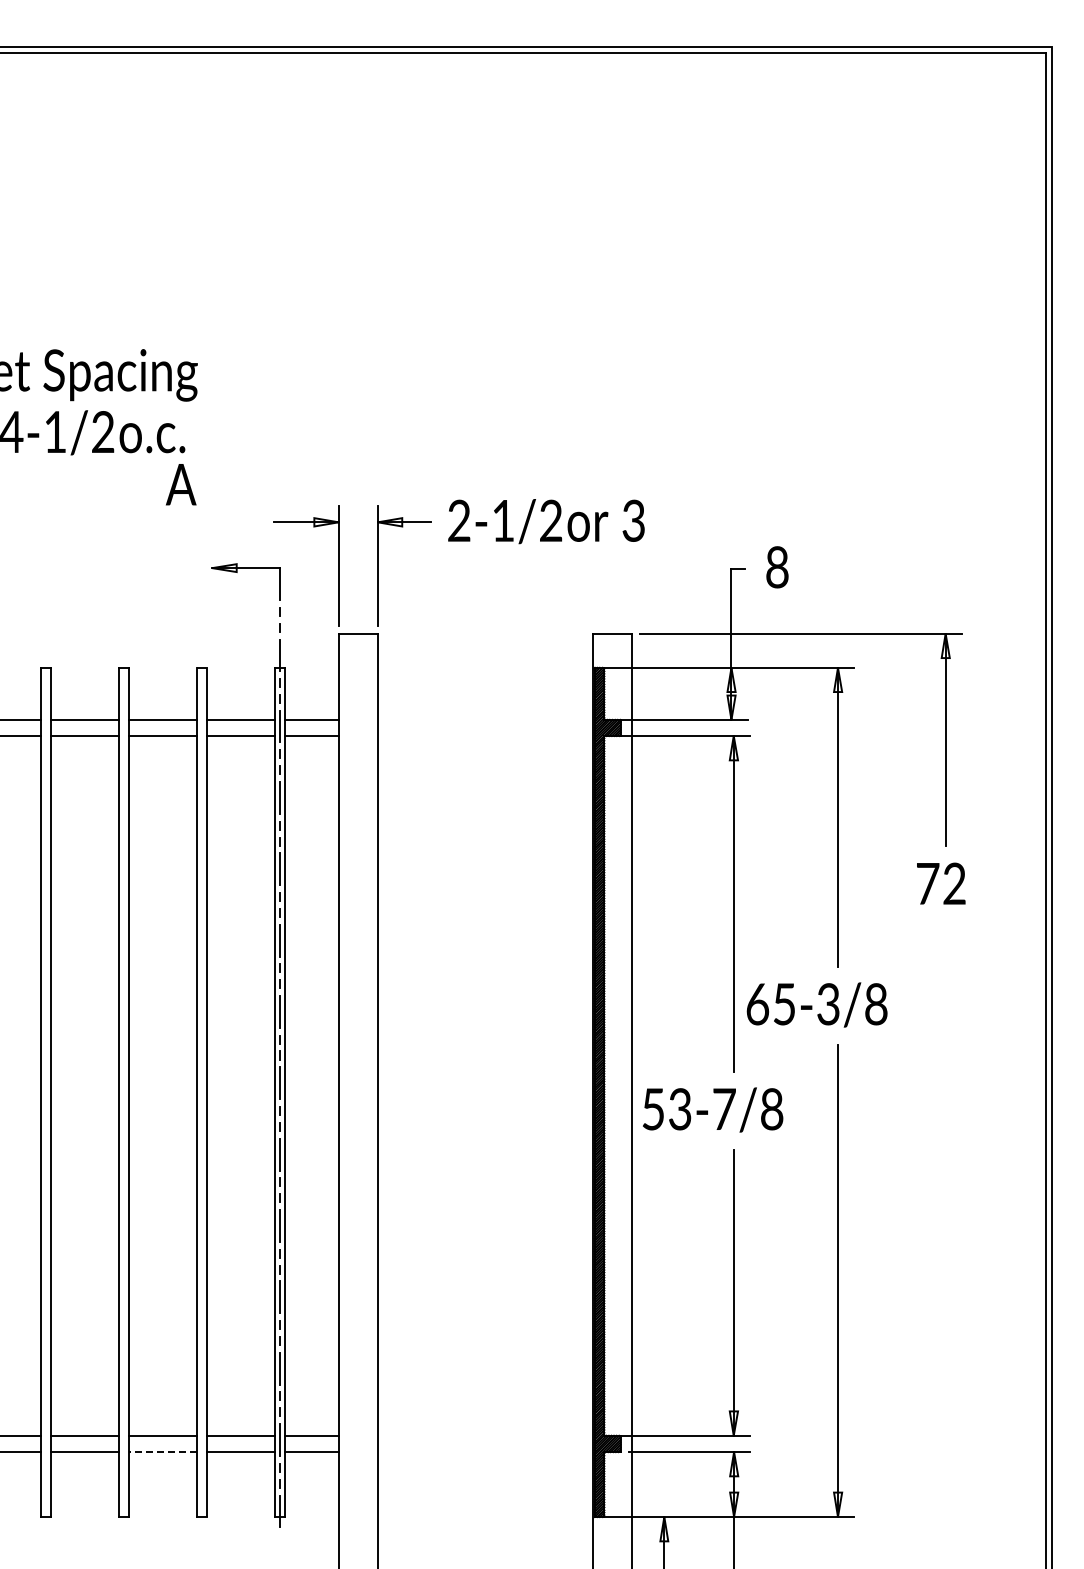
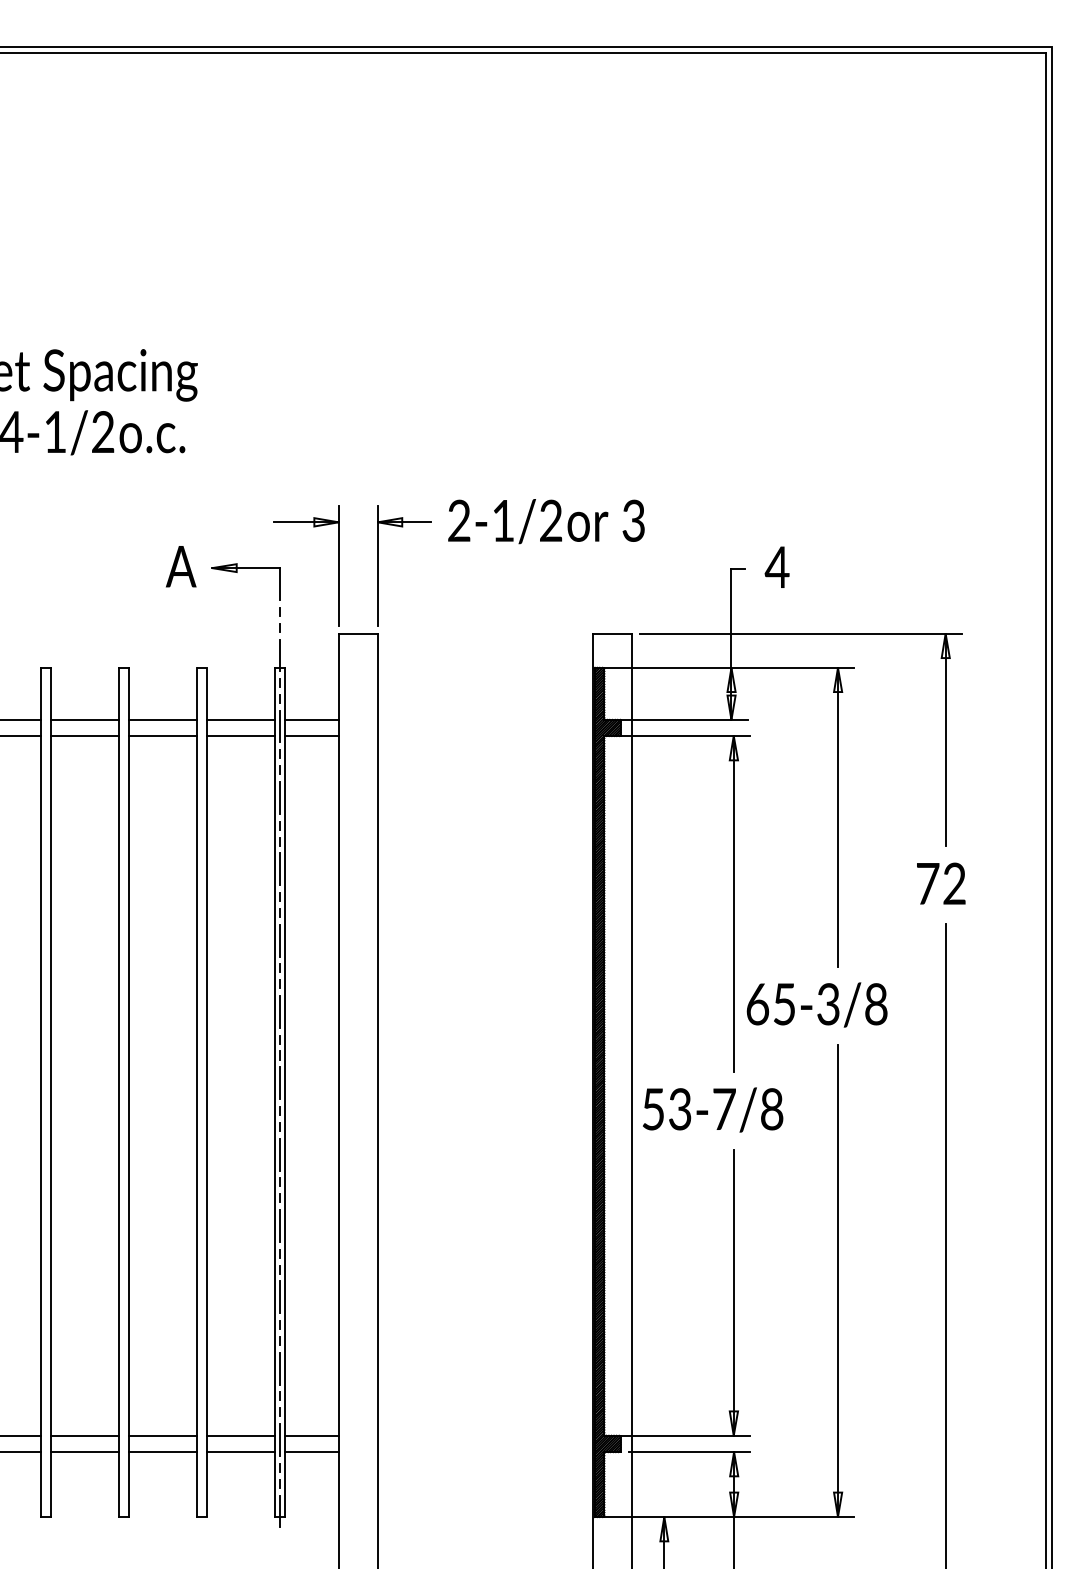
text at (181, 484) position: (181, 484) -> (181, 566)
text at (776, 567): 8 -> 4
line at (945, 1244): none -> present
line at (162, 1452): dashed -> solid
